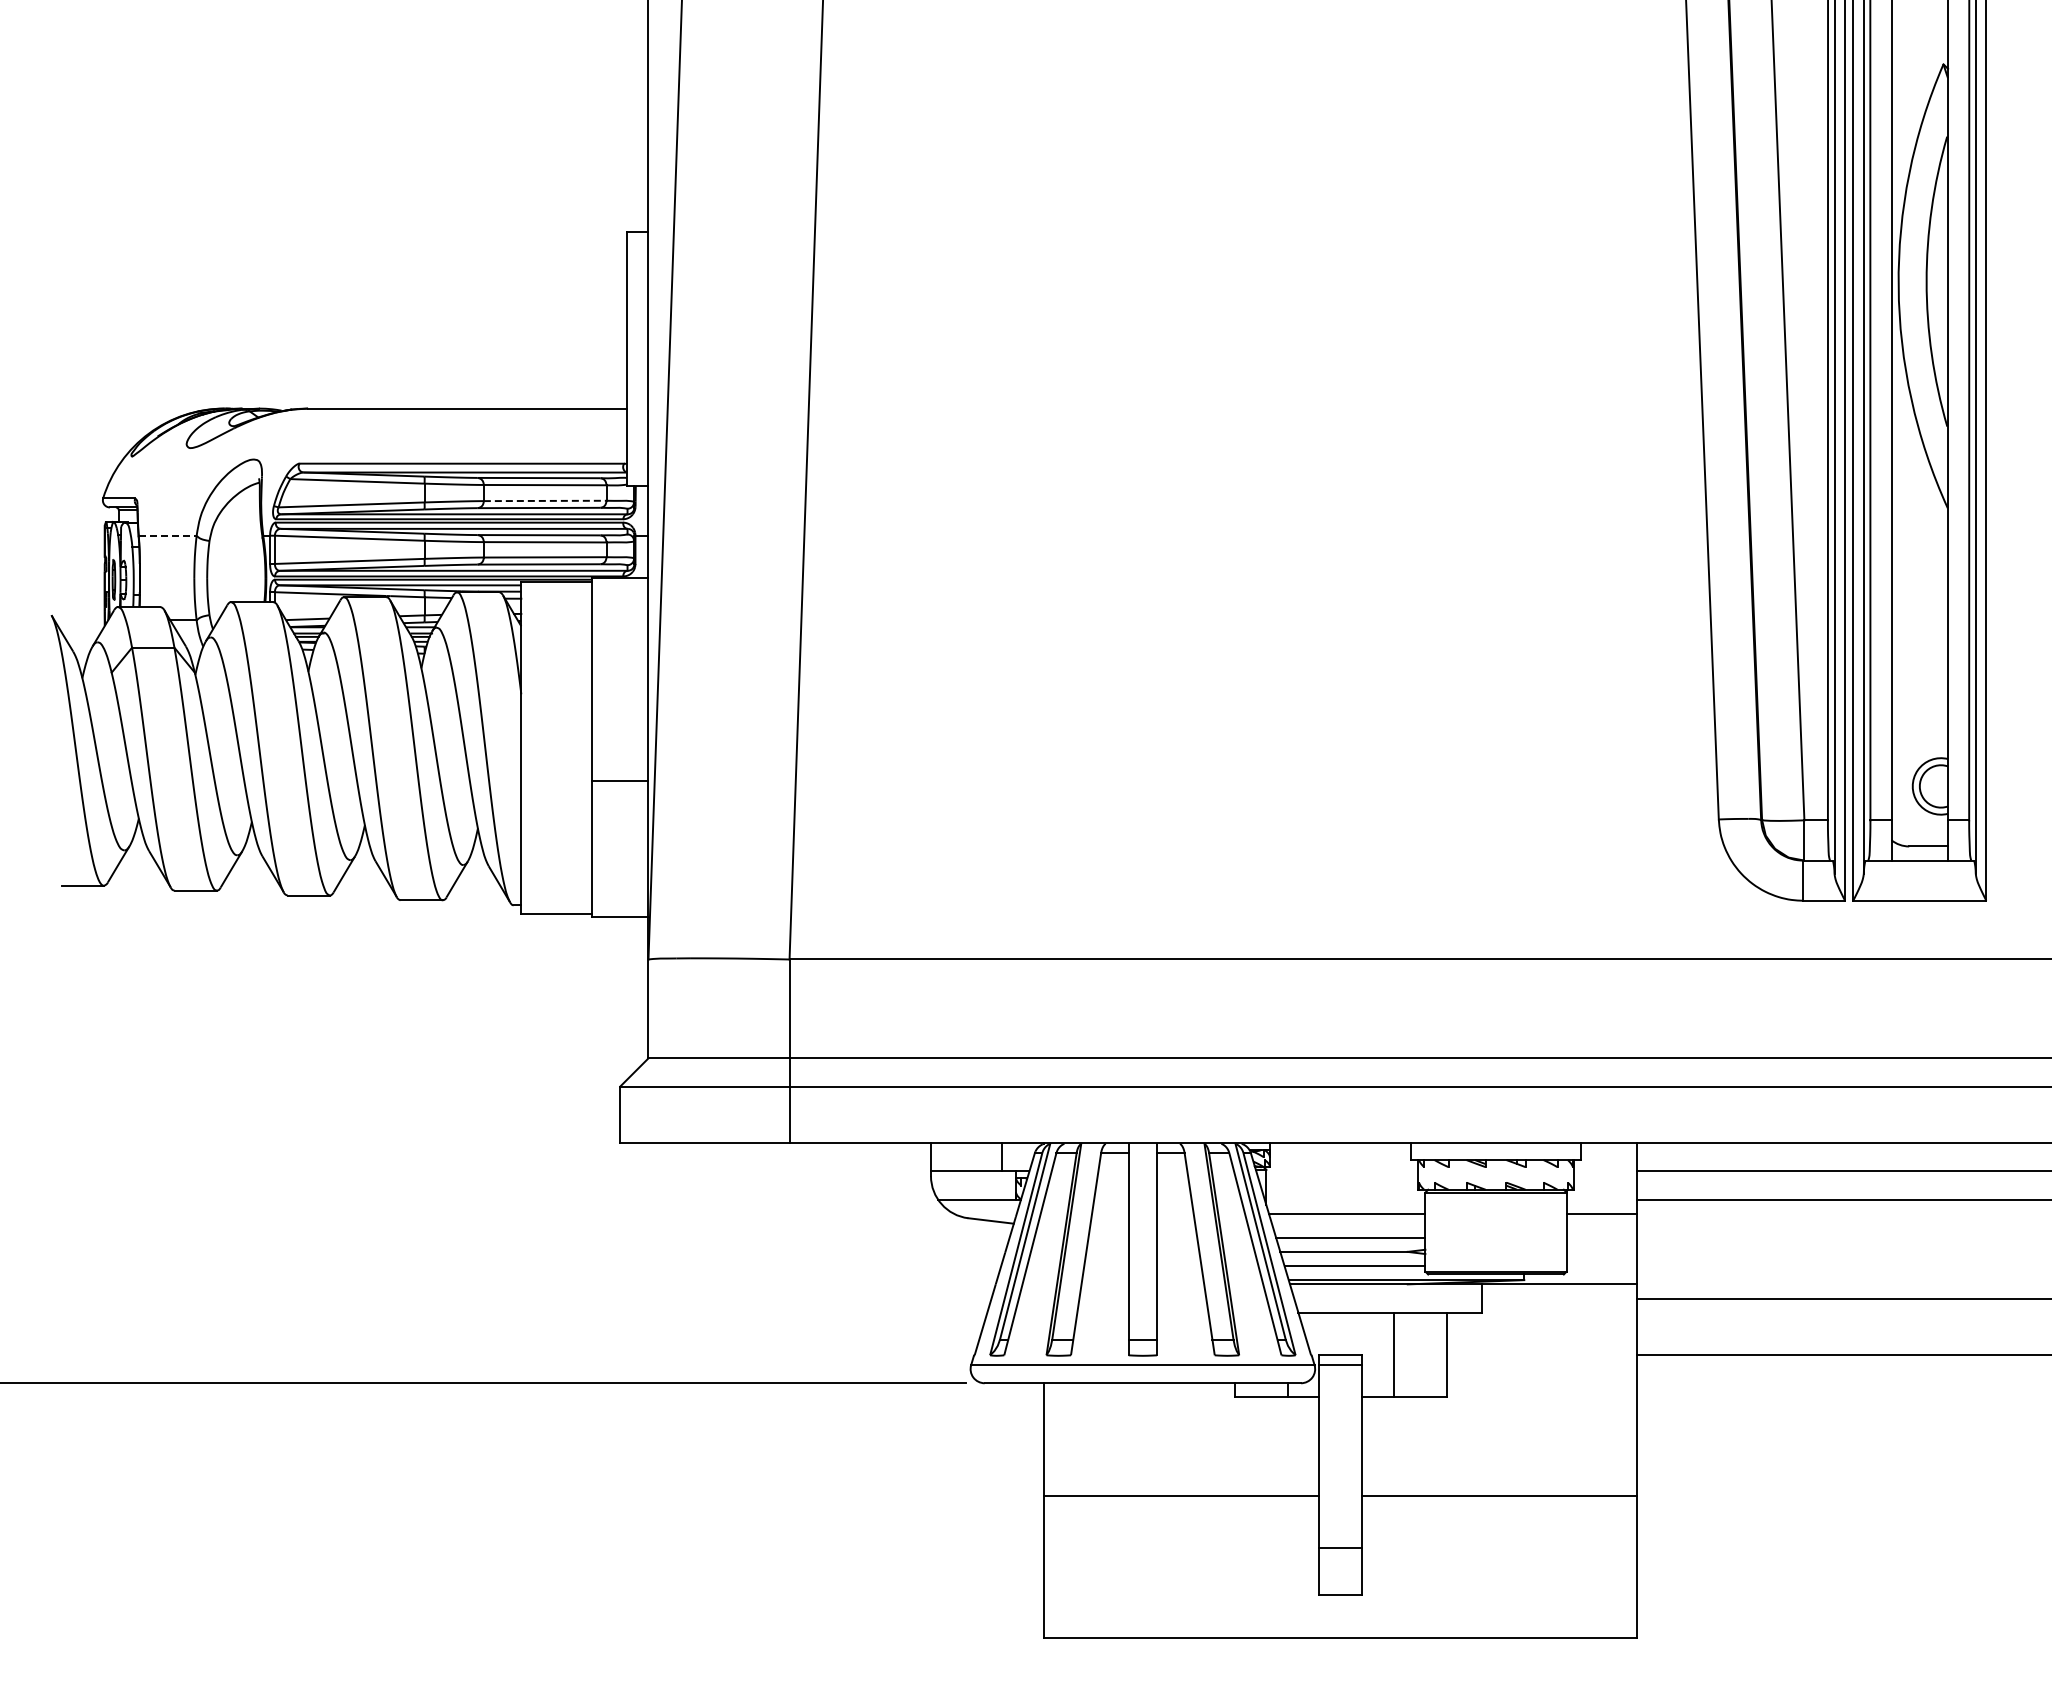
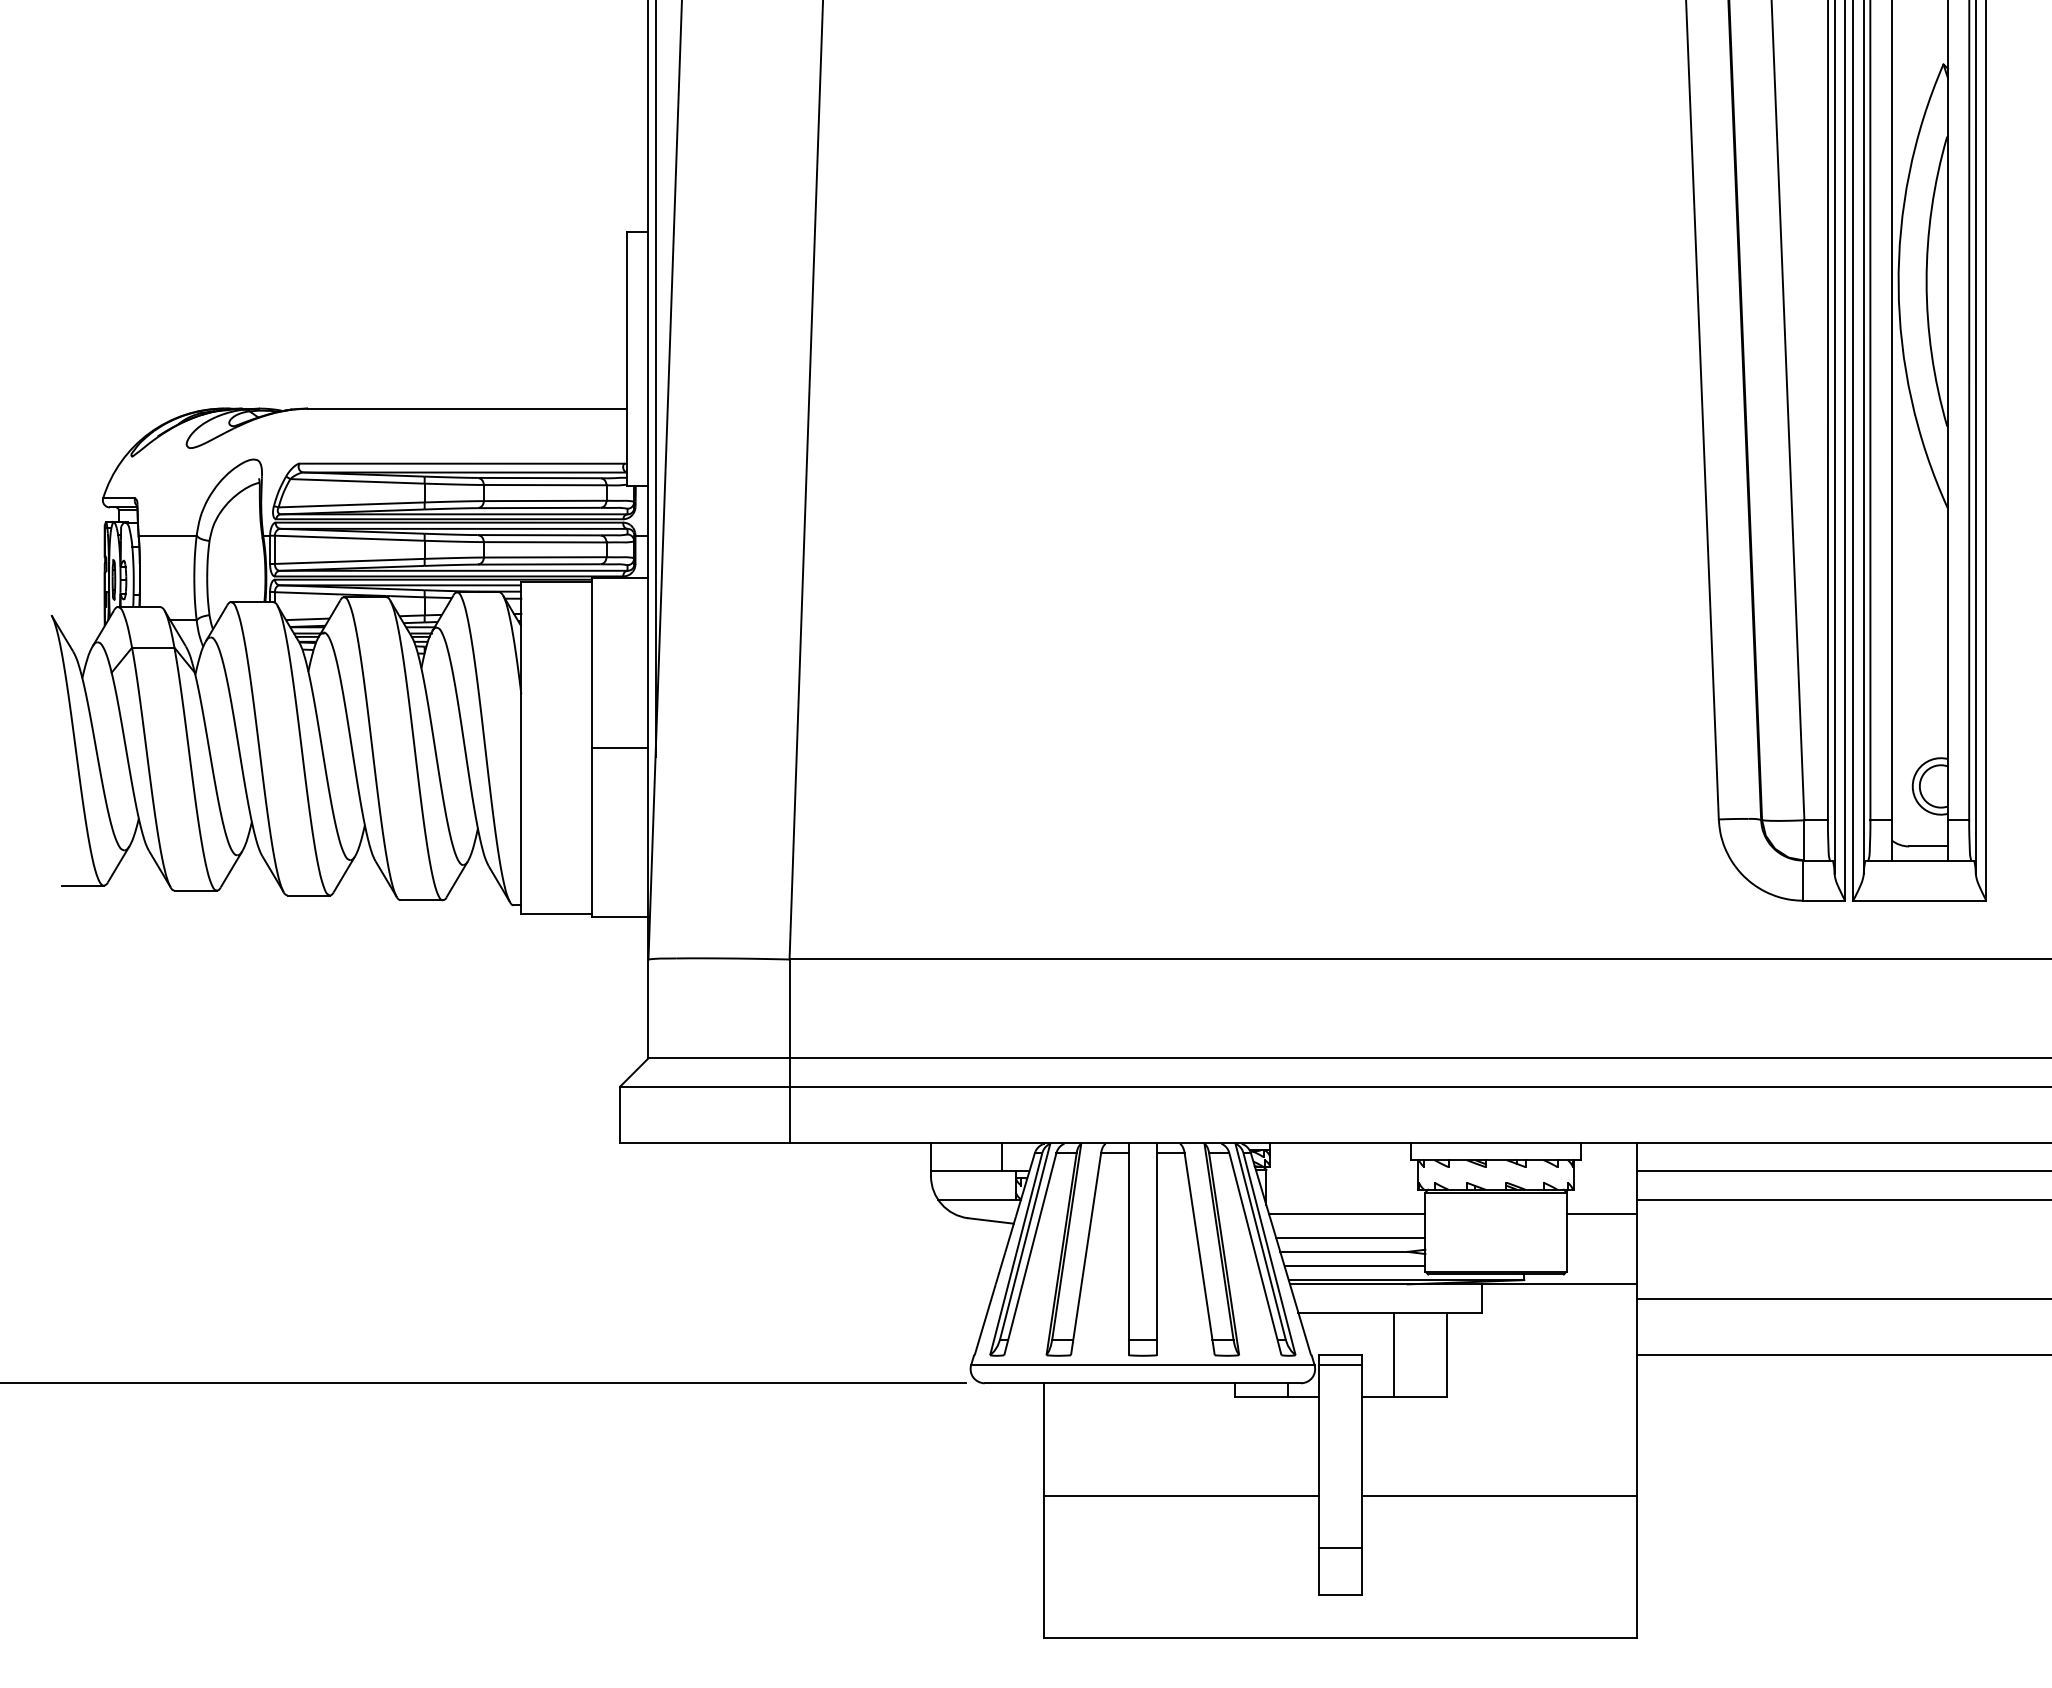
line at (655, 379): none -> present
line at (545, 500): dashed -> solid
line at (167, 535): dashed -> solid
line at (619, 780) position: (619, 780) -> (619, 747)
